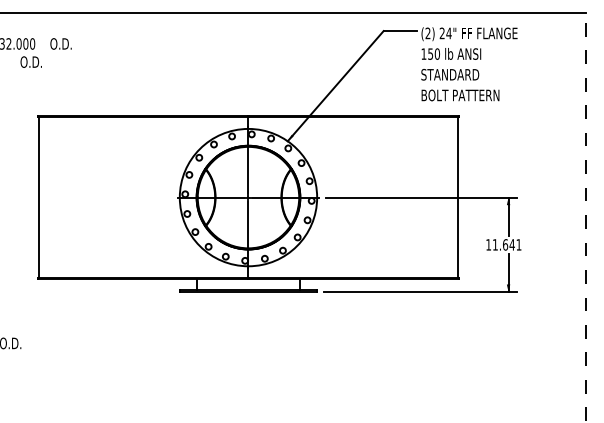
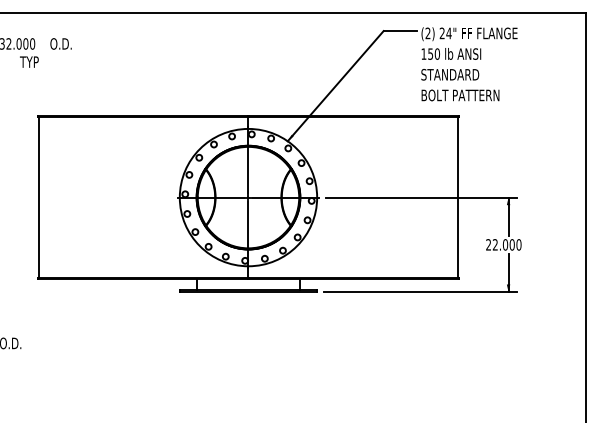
text at (30, 61): O.D. -> TYP
line at (585, 217): dashed -> solid
text at (503, 244): 11.641 -> 22.000
